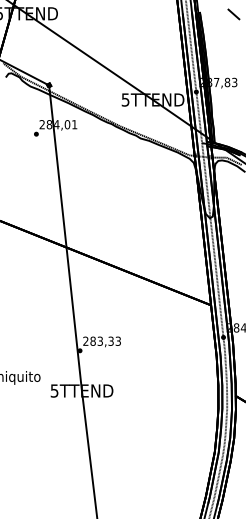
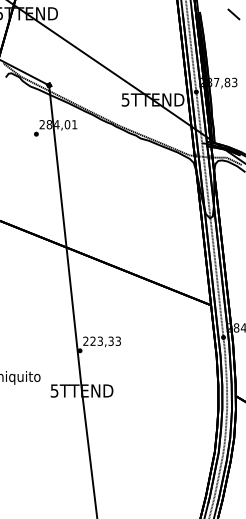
text at (92, 340): 283,33 -> 223,33
